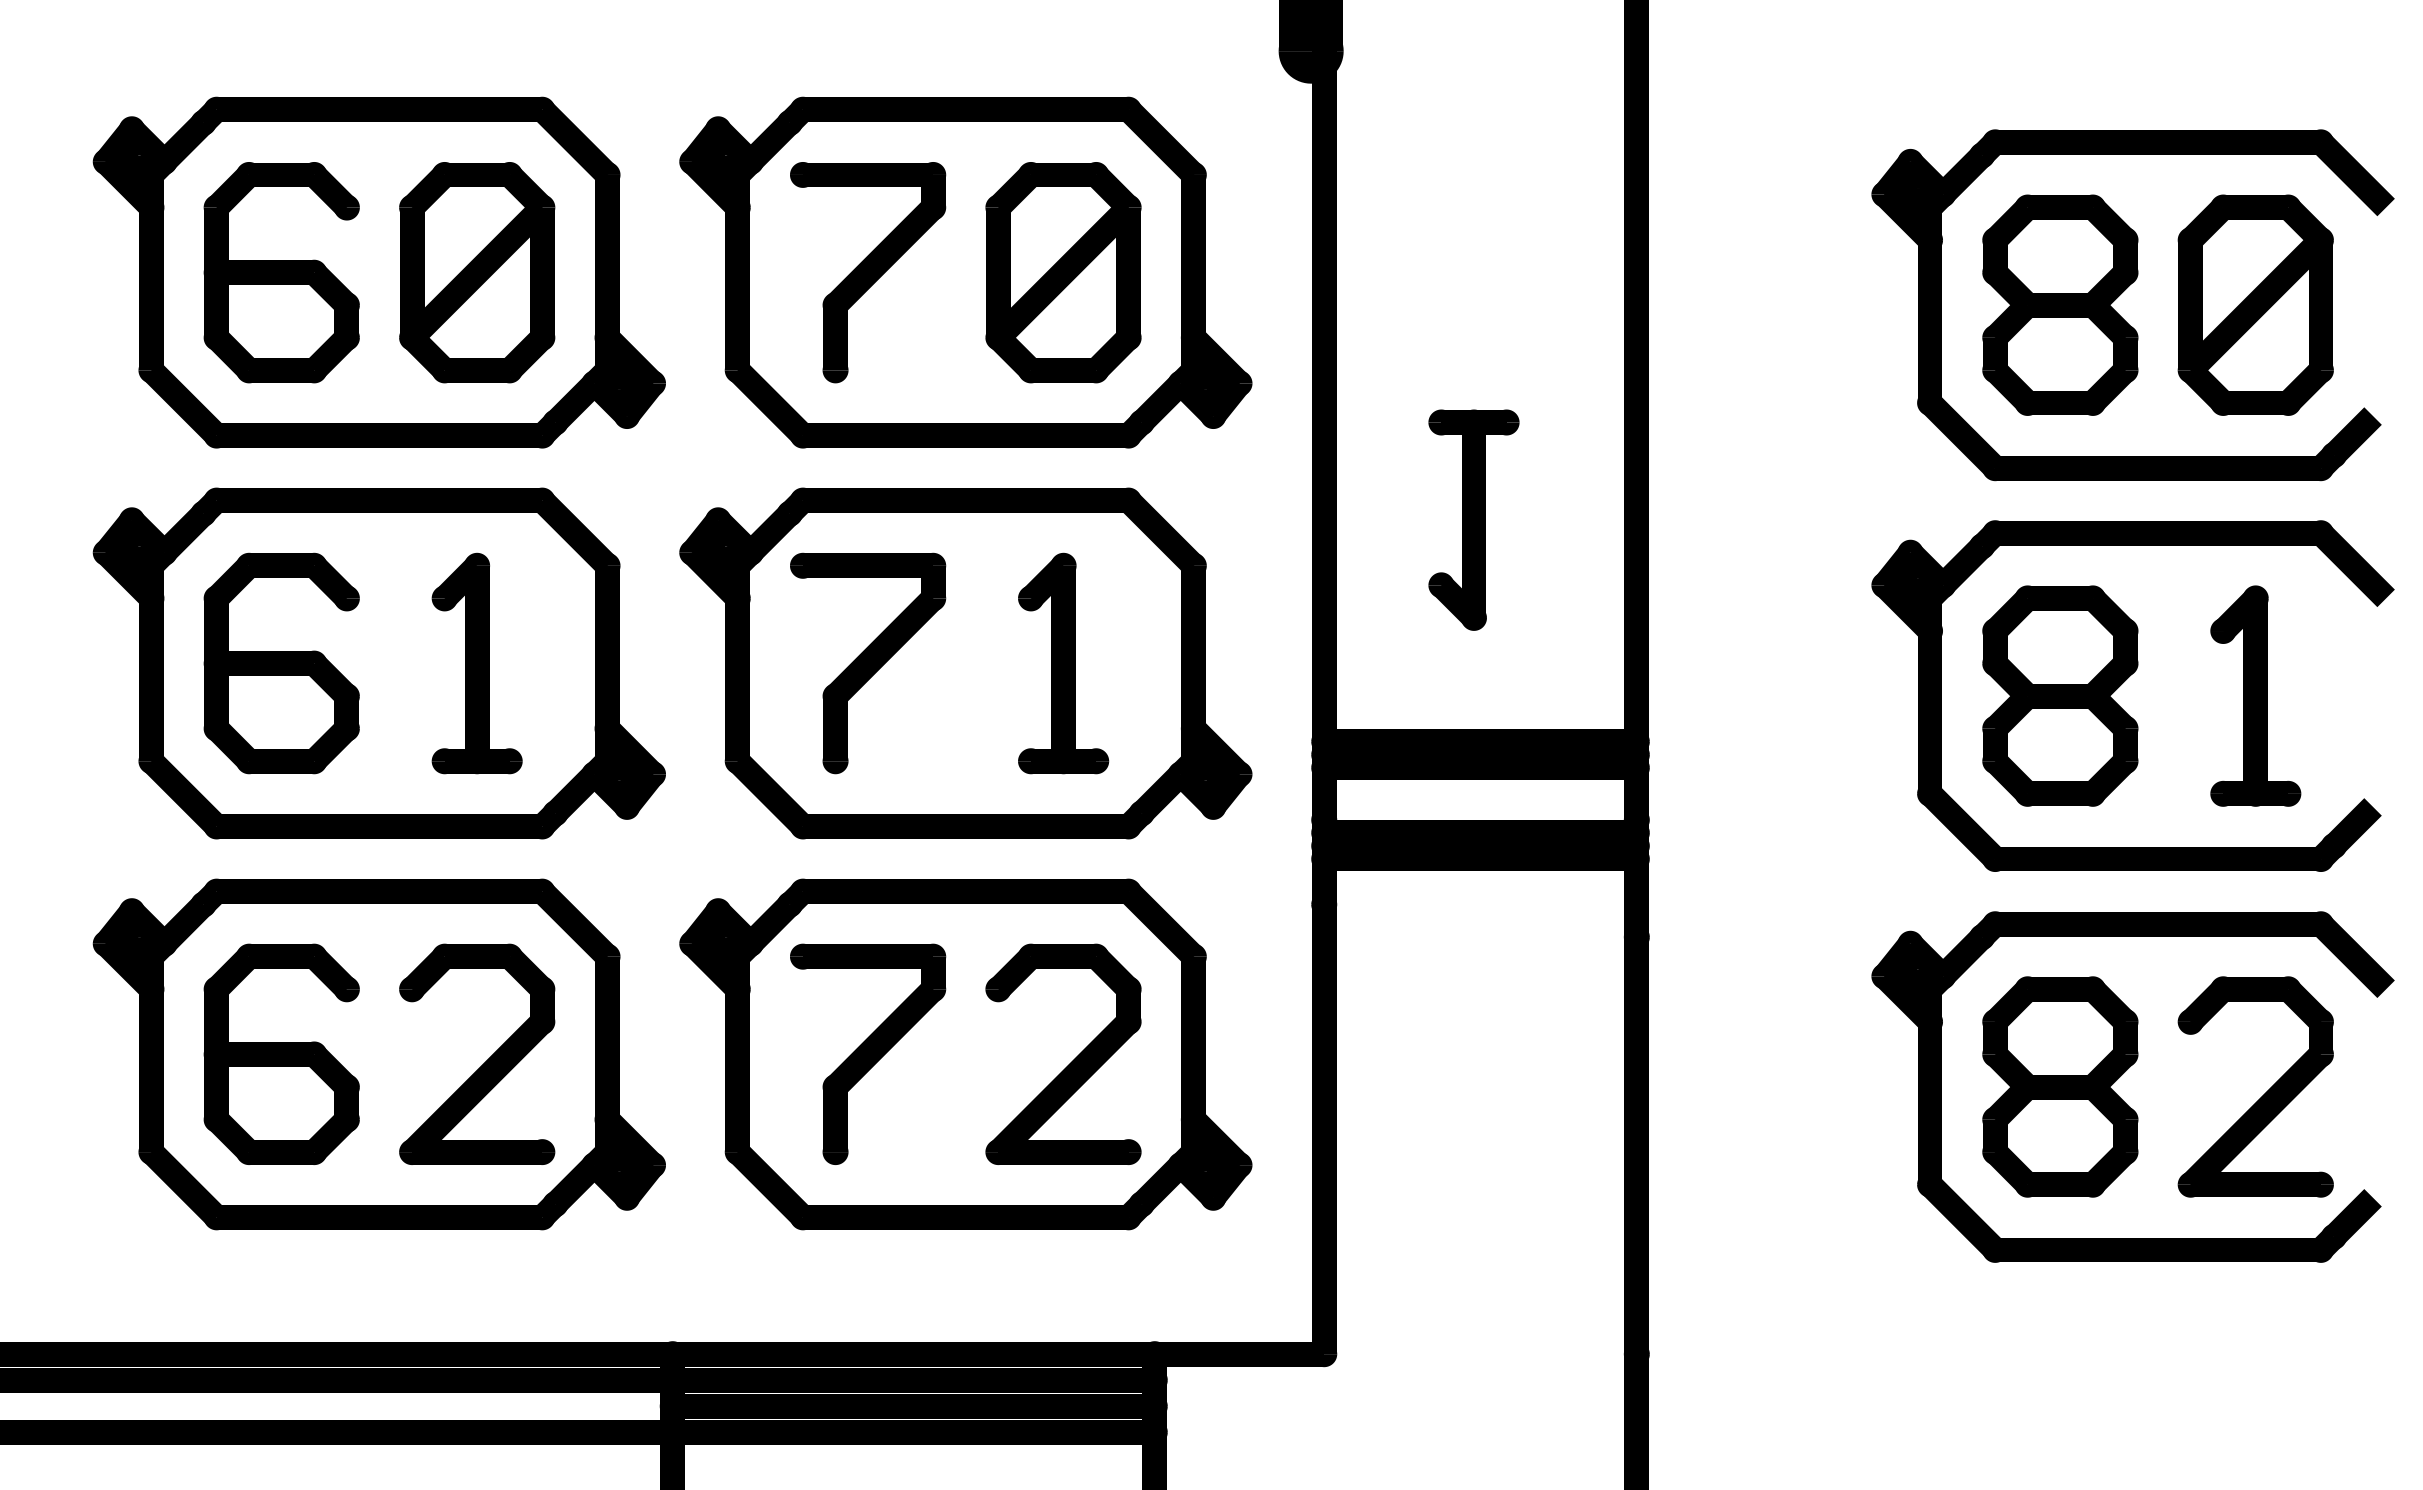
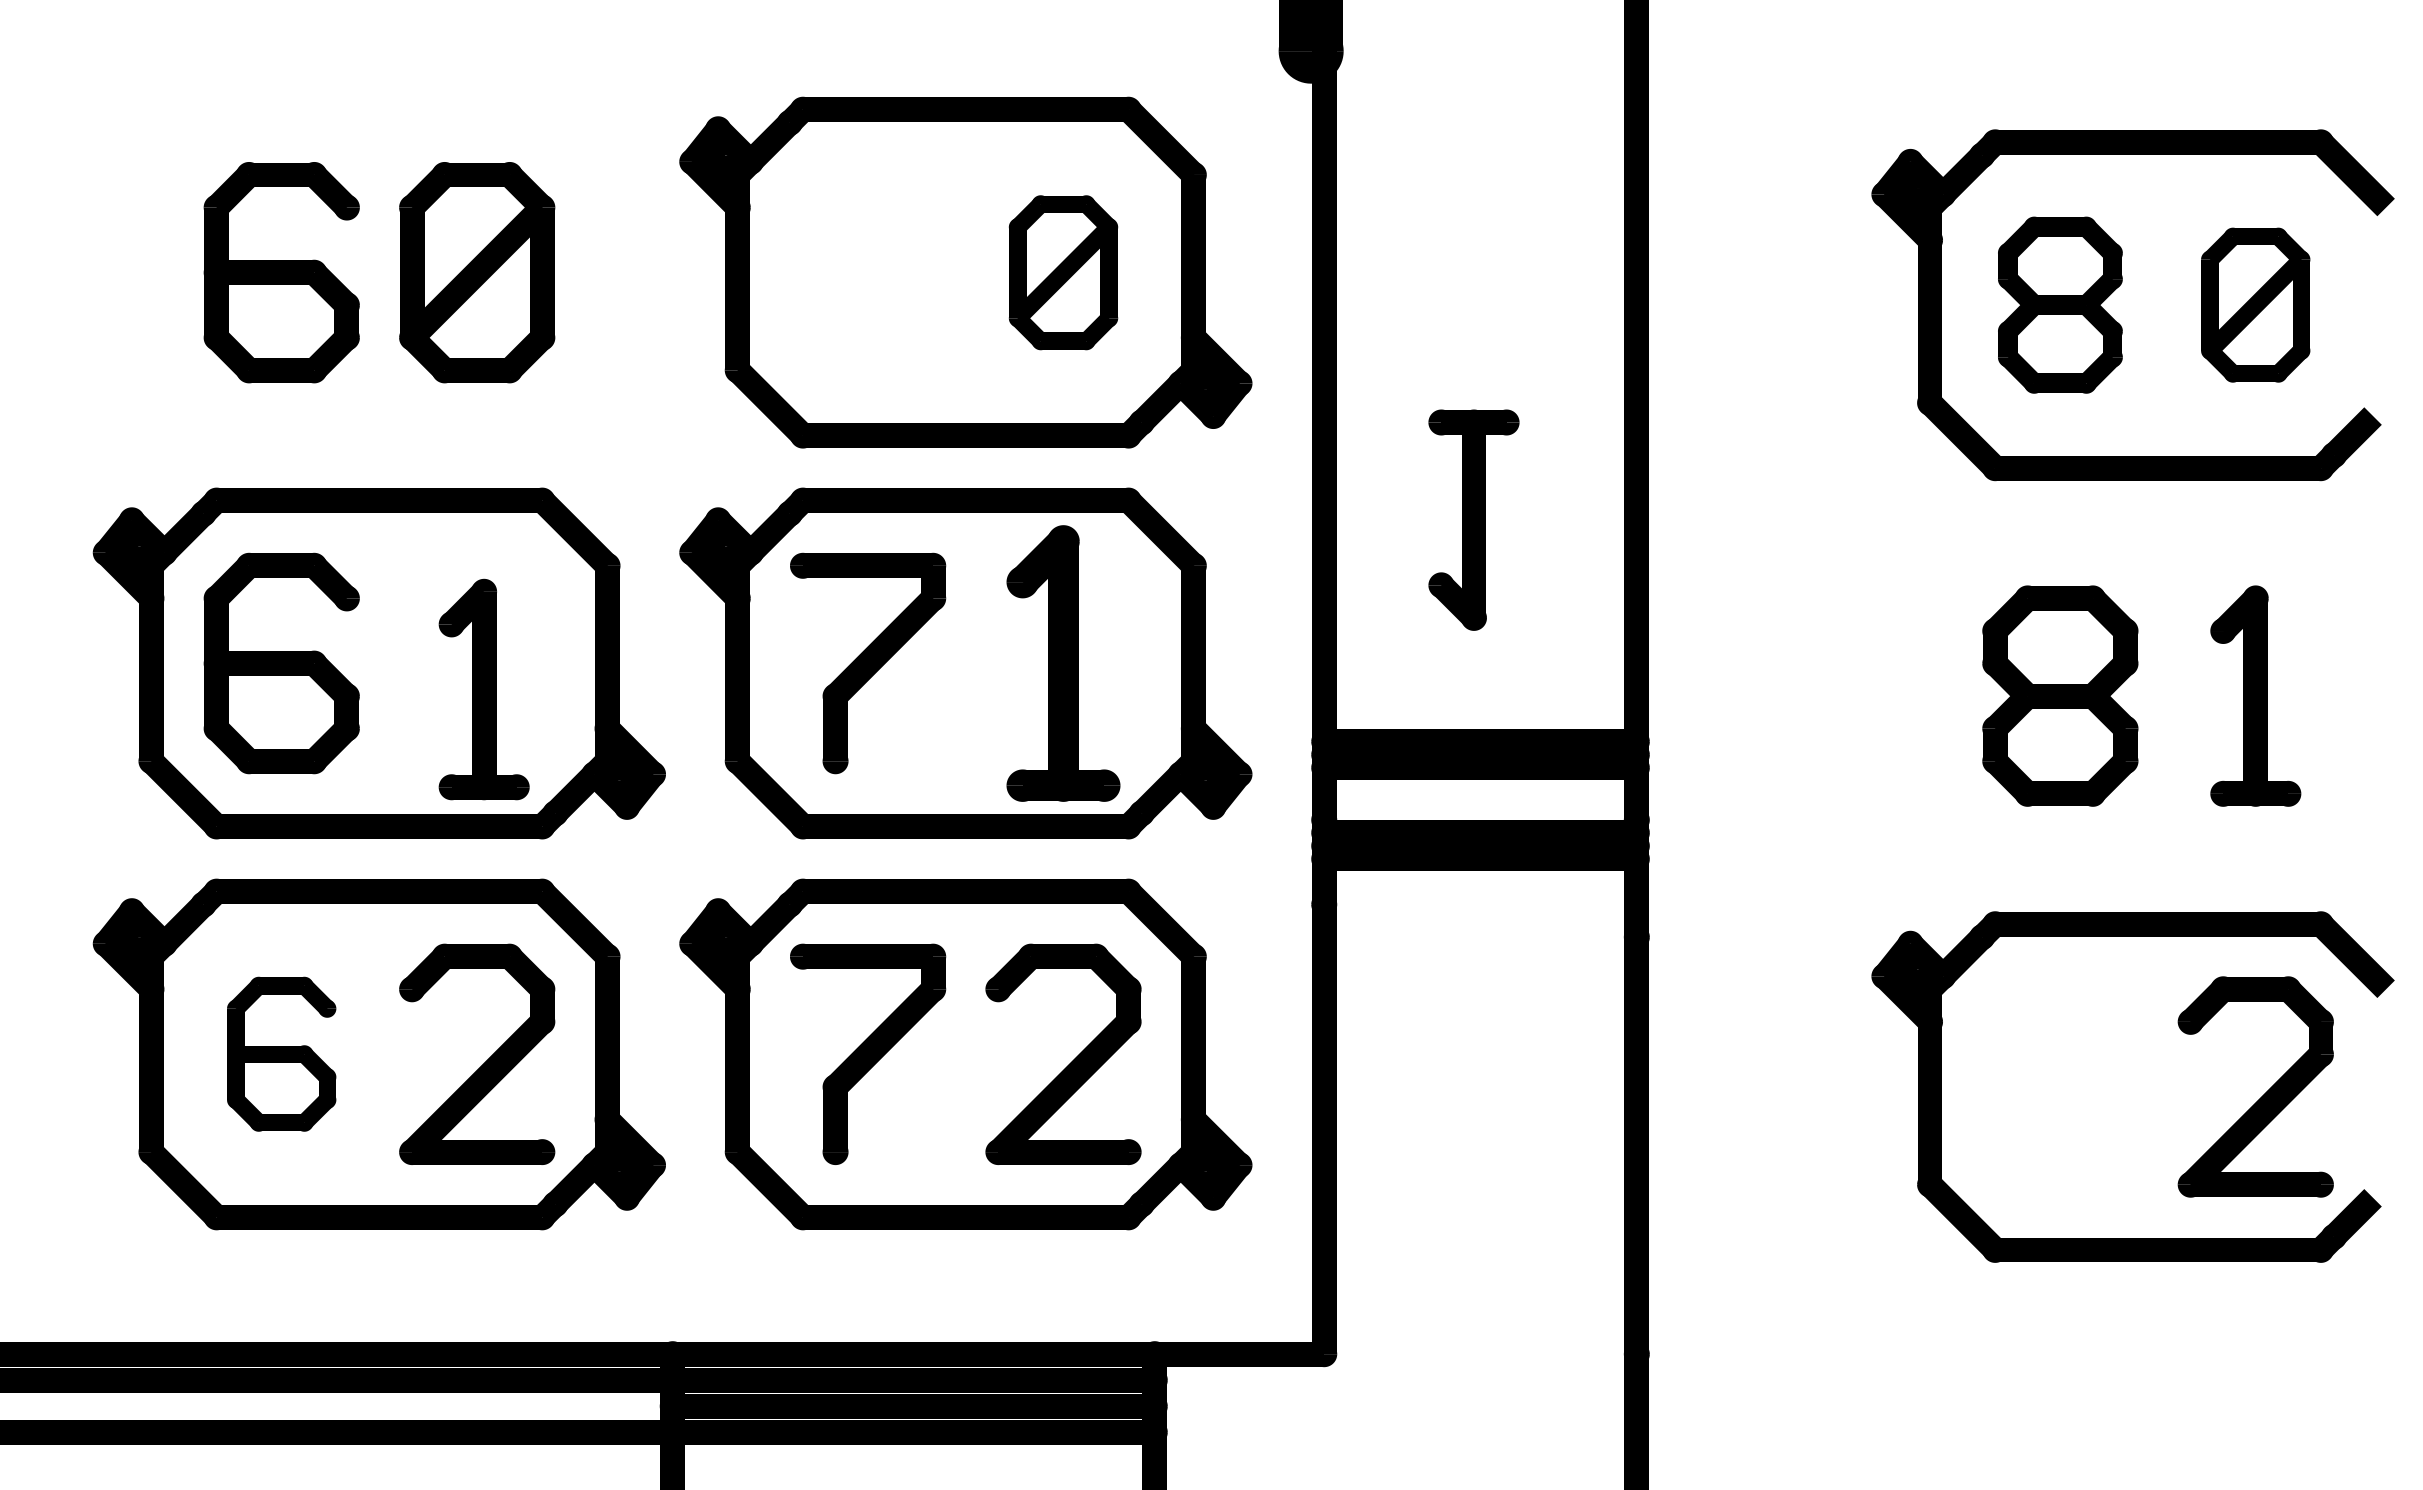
part at (378, 272): present -> none
part at (868, 272): present -> none
part at (1063, 272) size: 157x222 px -> 111x156 px
part at (2060, 304) size: 157x222 px -> 125x178 px
part at (2255, 304) size: 157x222 px -> 110x156 px
part at (2132, 545): present -> none
part at (476, 663) position: (476, 663) -> (483, 689)
part at (1063, 663) size: 92x223 px -> 115x277 px
part at (281, 1053) size: 157x222 px -> 110x156 px
part at (2060, 1086): present -> none
